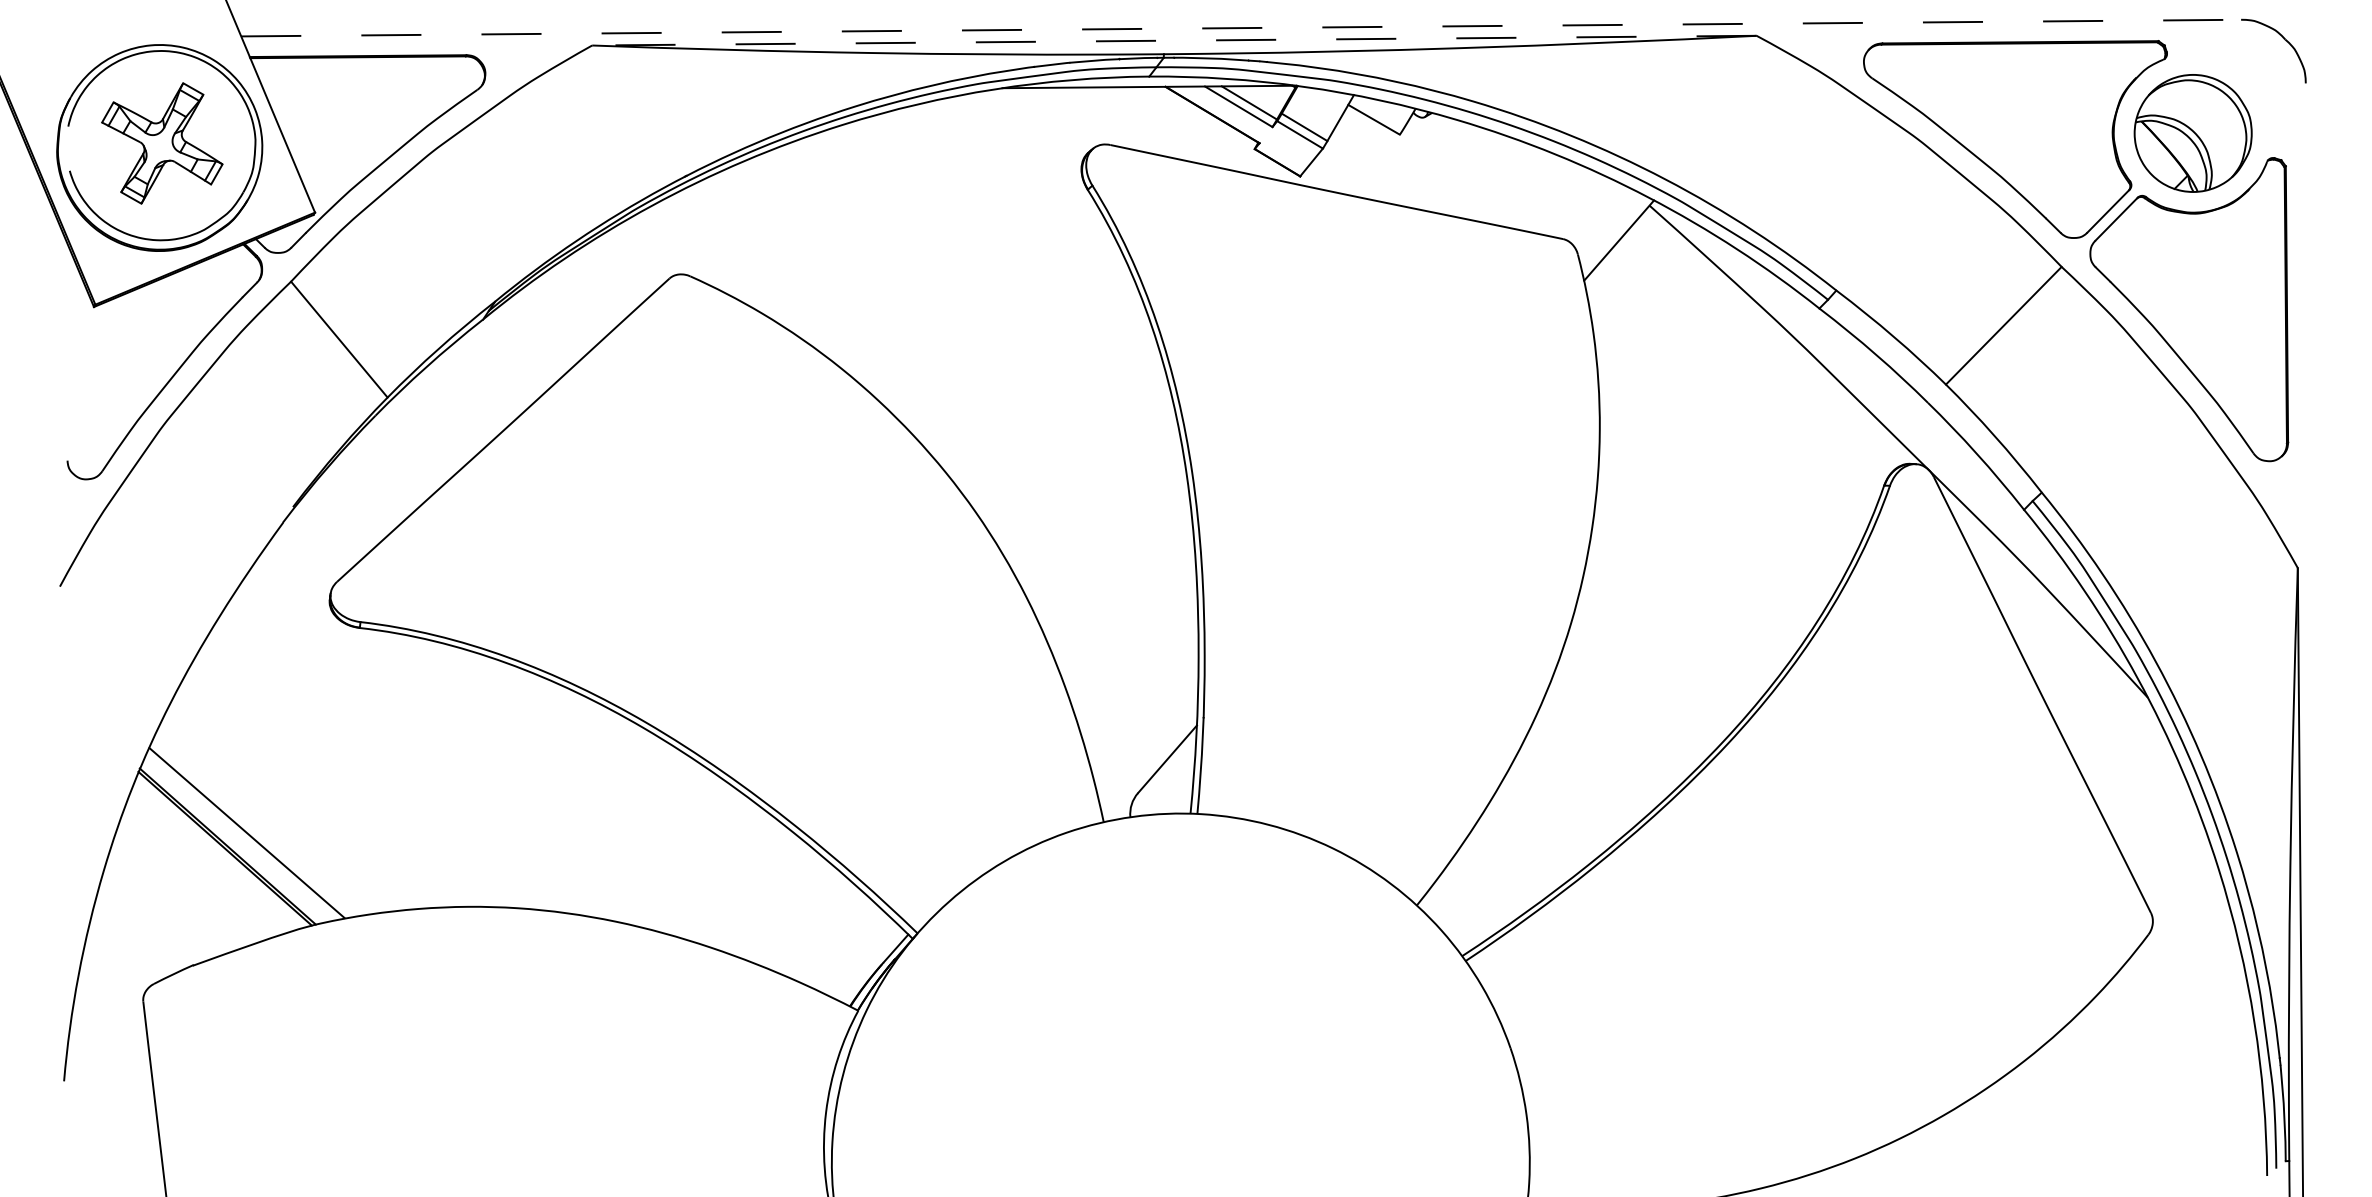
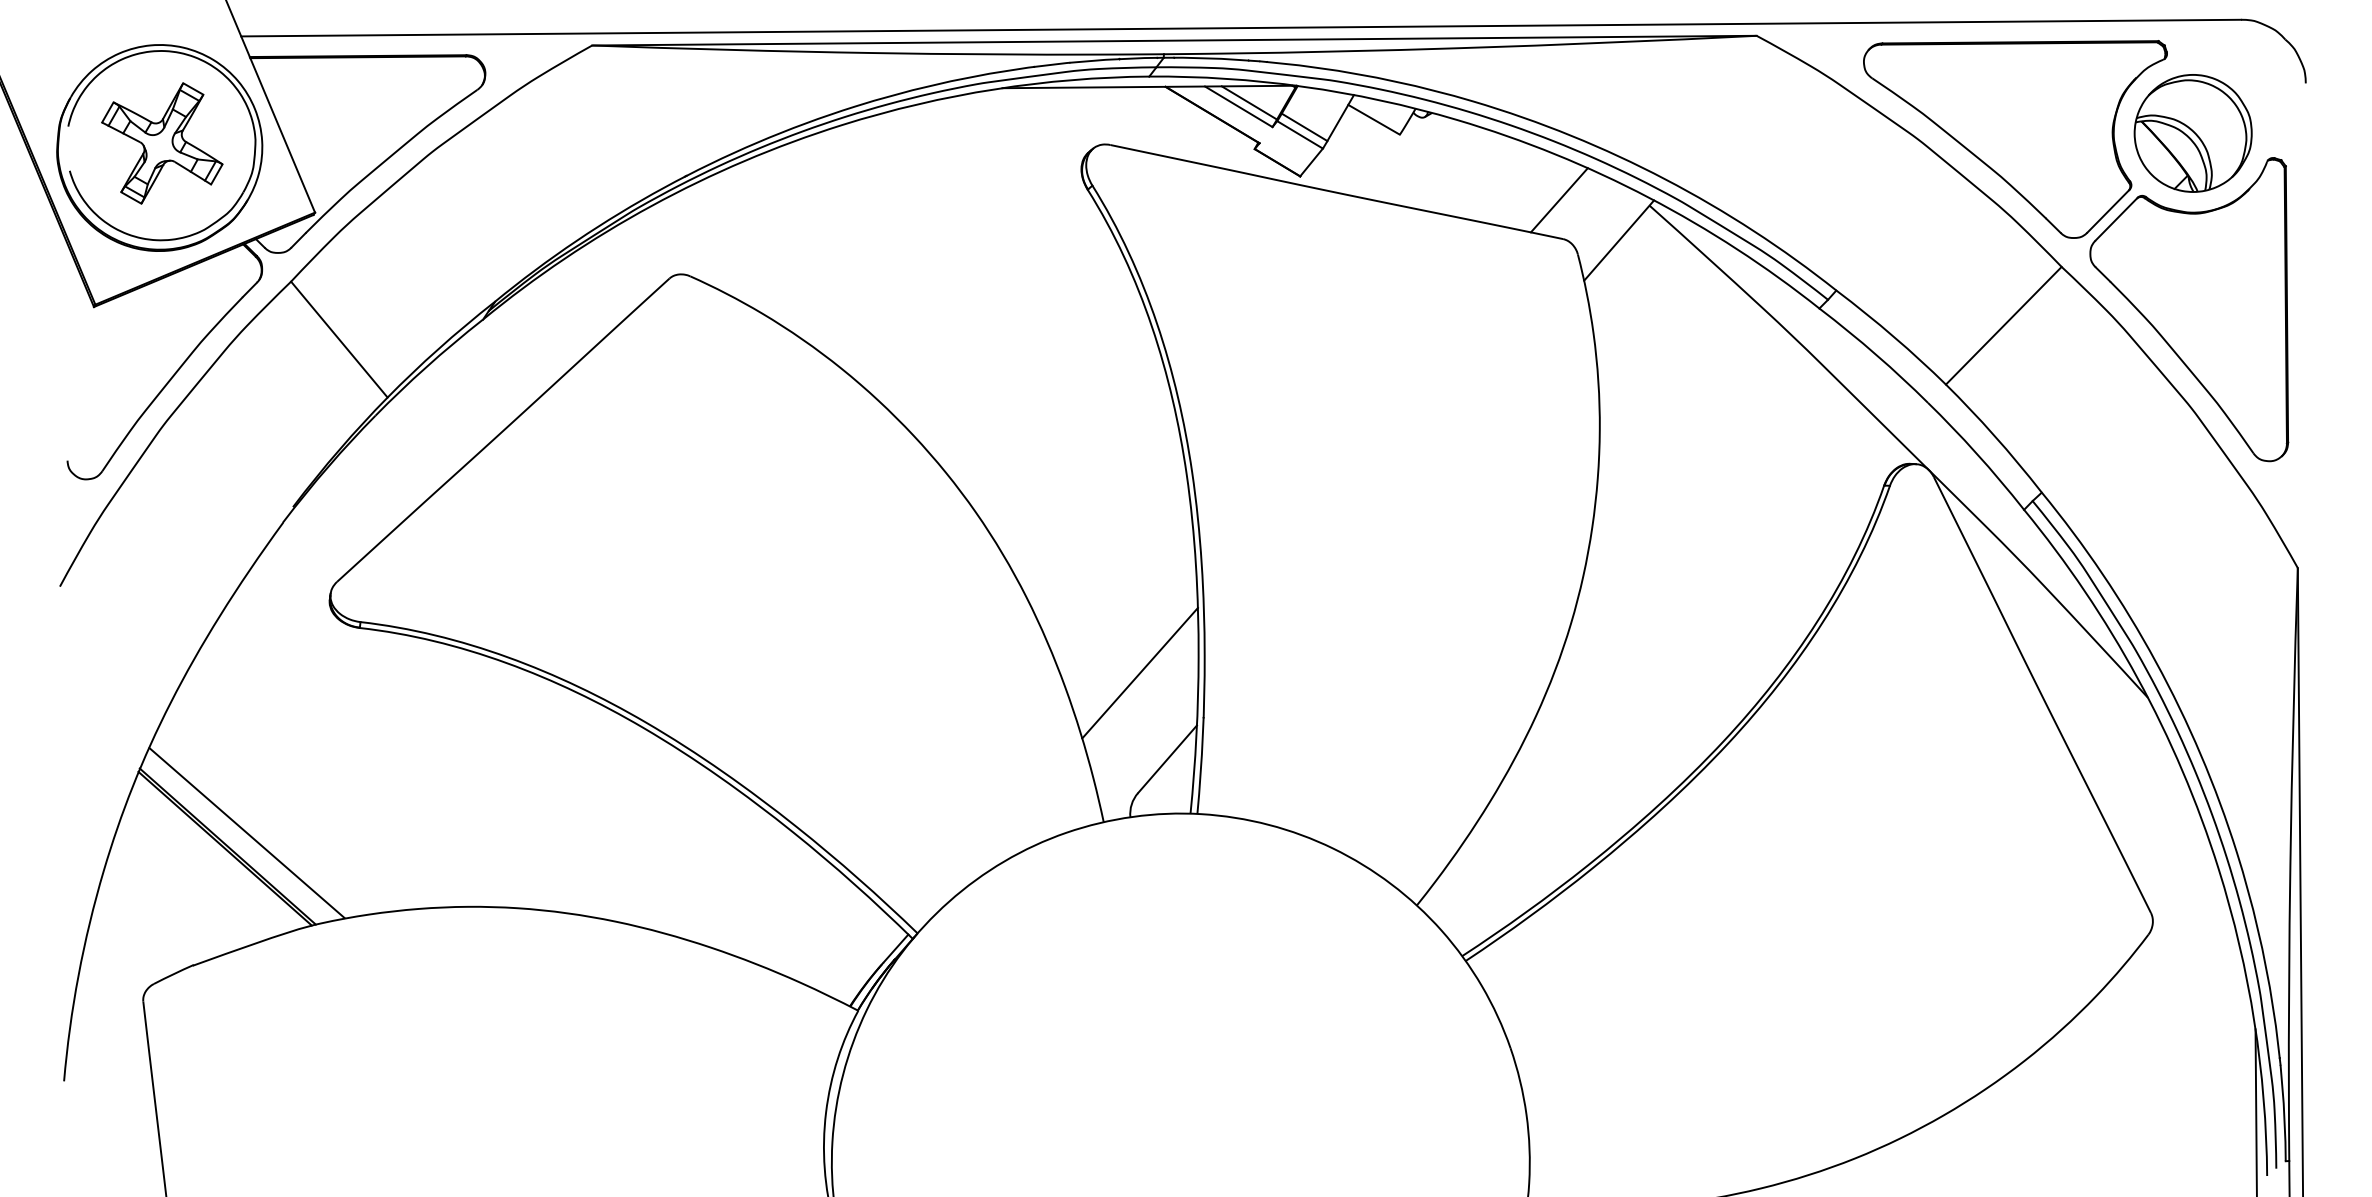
line at (1241, 28): dashed -> solid
line at (1173, 40): dashed -> solid
line at (1558, 200): none -> present
line at (1139, 672): none -> present
line at (2255, 1111): none -> present
